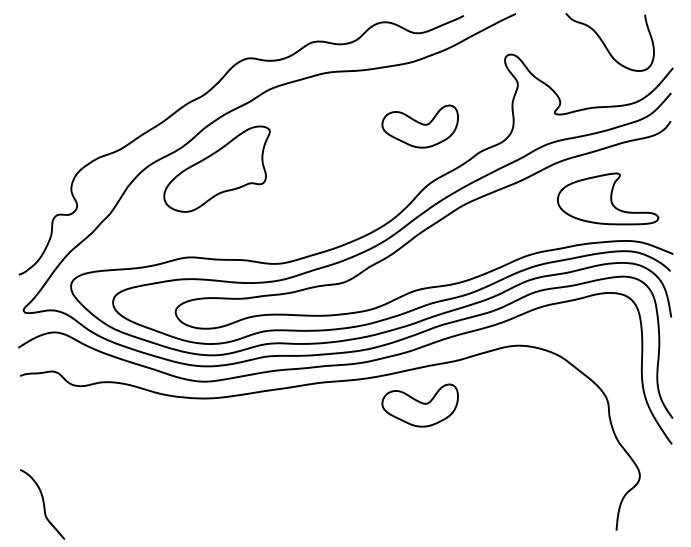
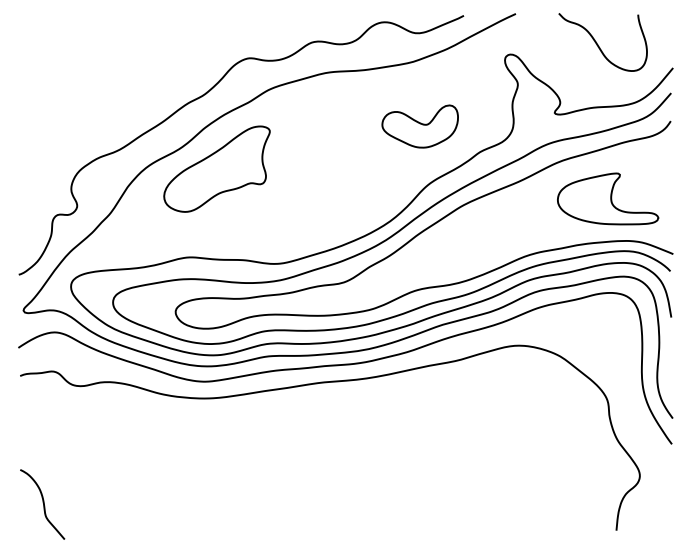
curve at (605, 44) position: (605, 44) -> (598, 44)
part at (419, 405): present -> none
